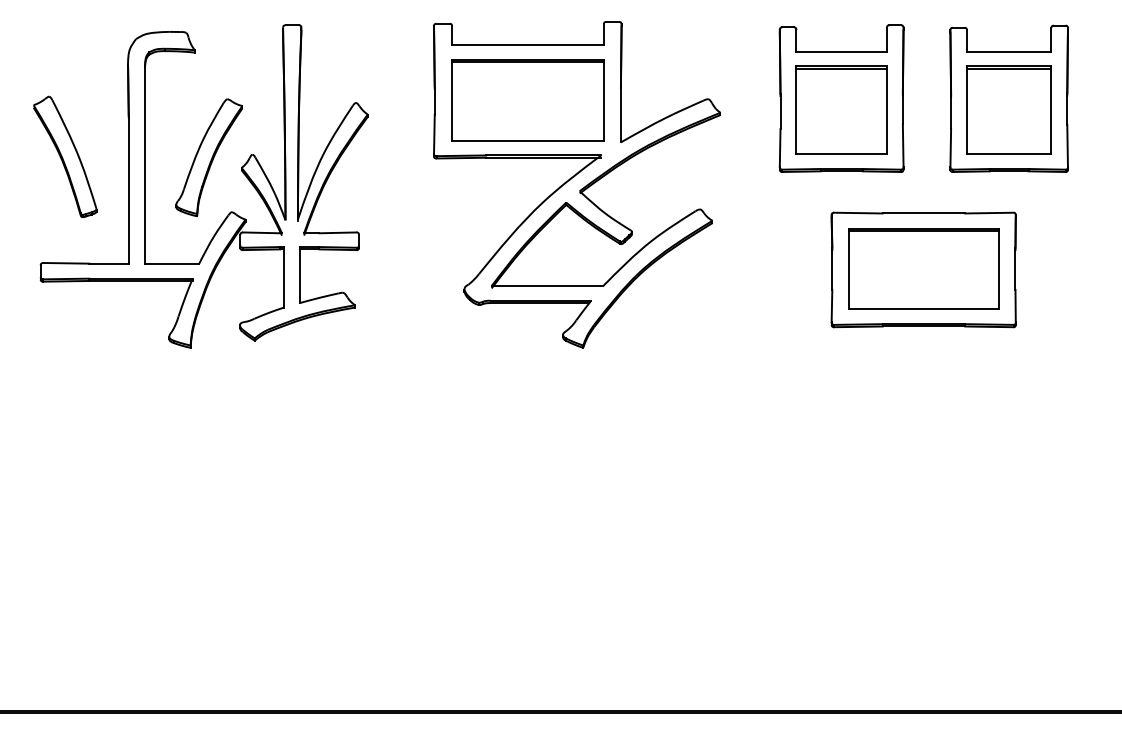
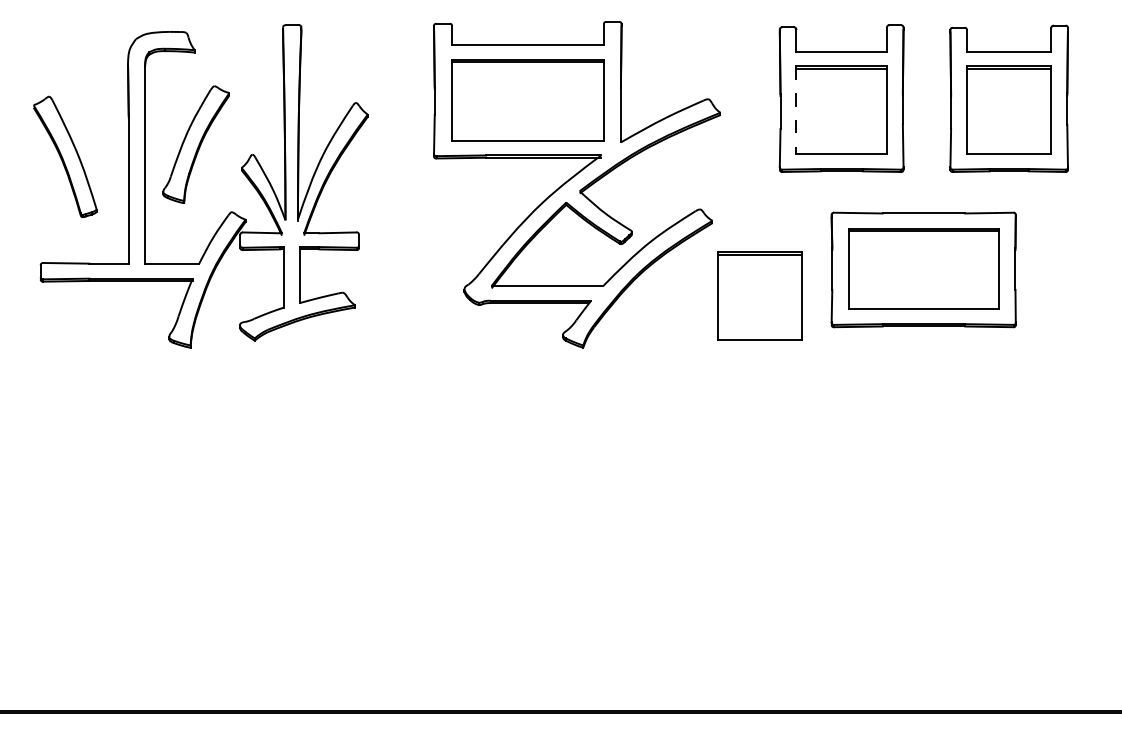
line at (796, 110): solid -> dashed
part at (208, 157) position: (208, 157) -> (195, 144)
part at (759, 295): none -> present
